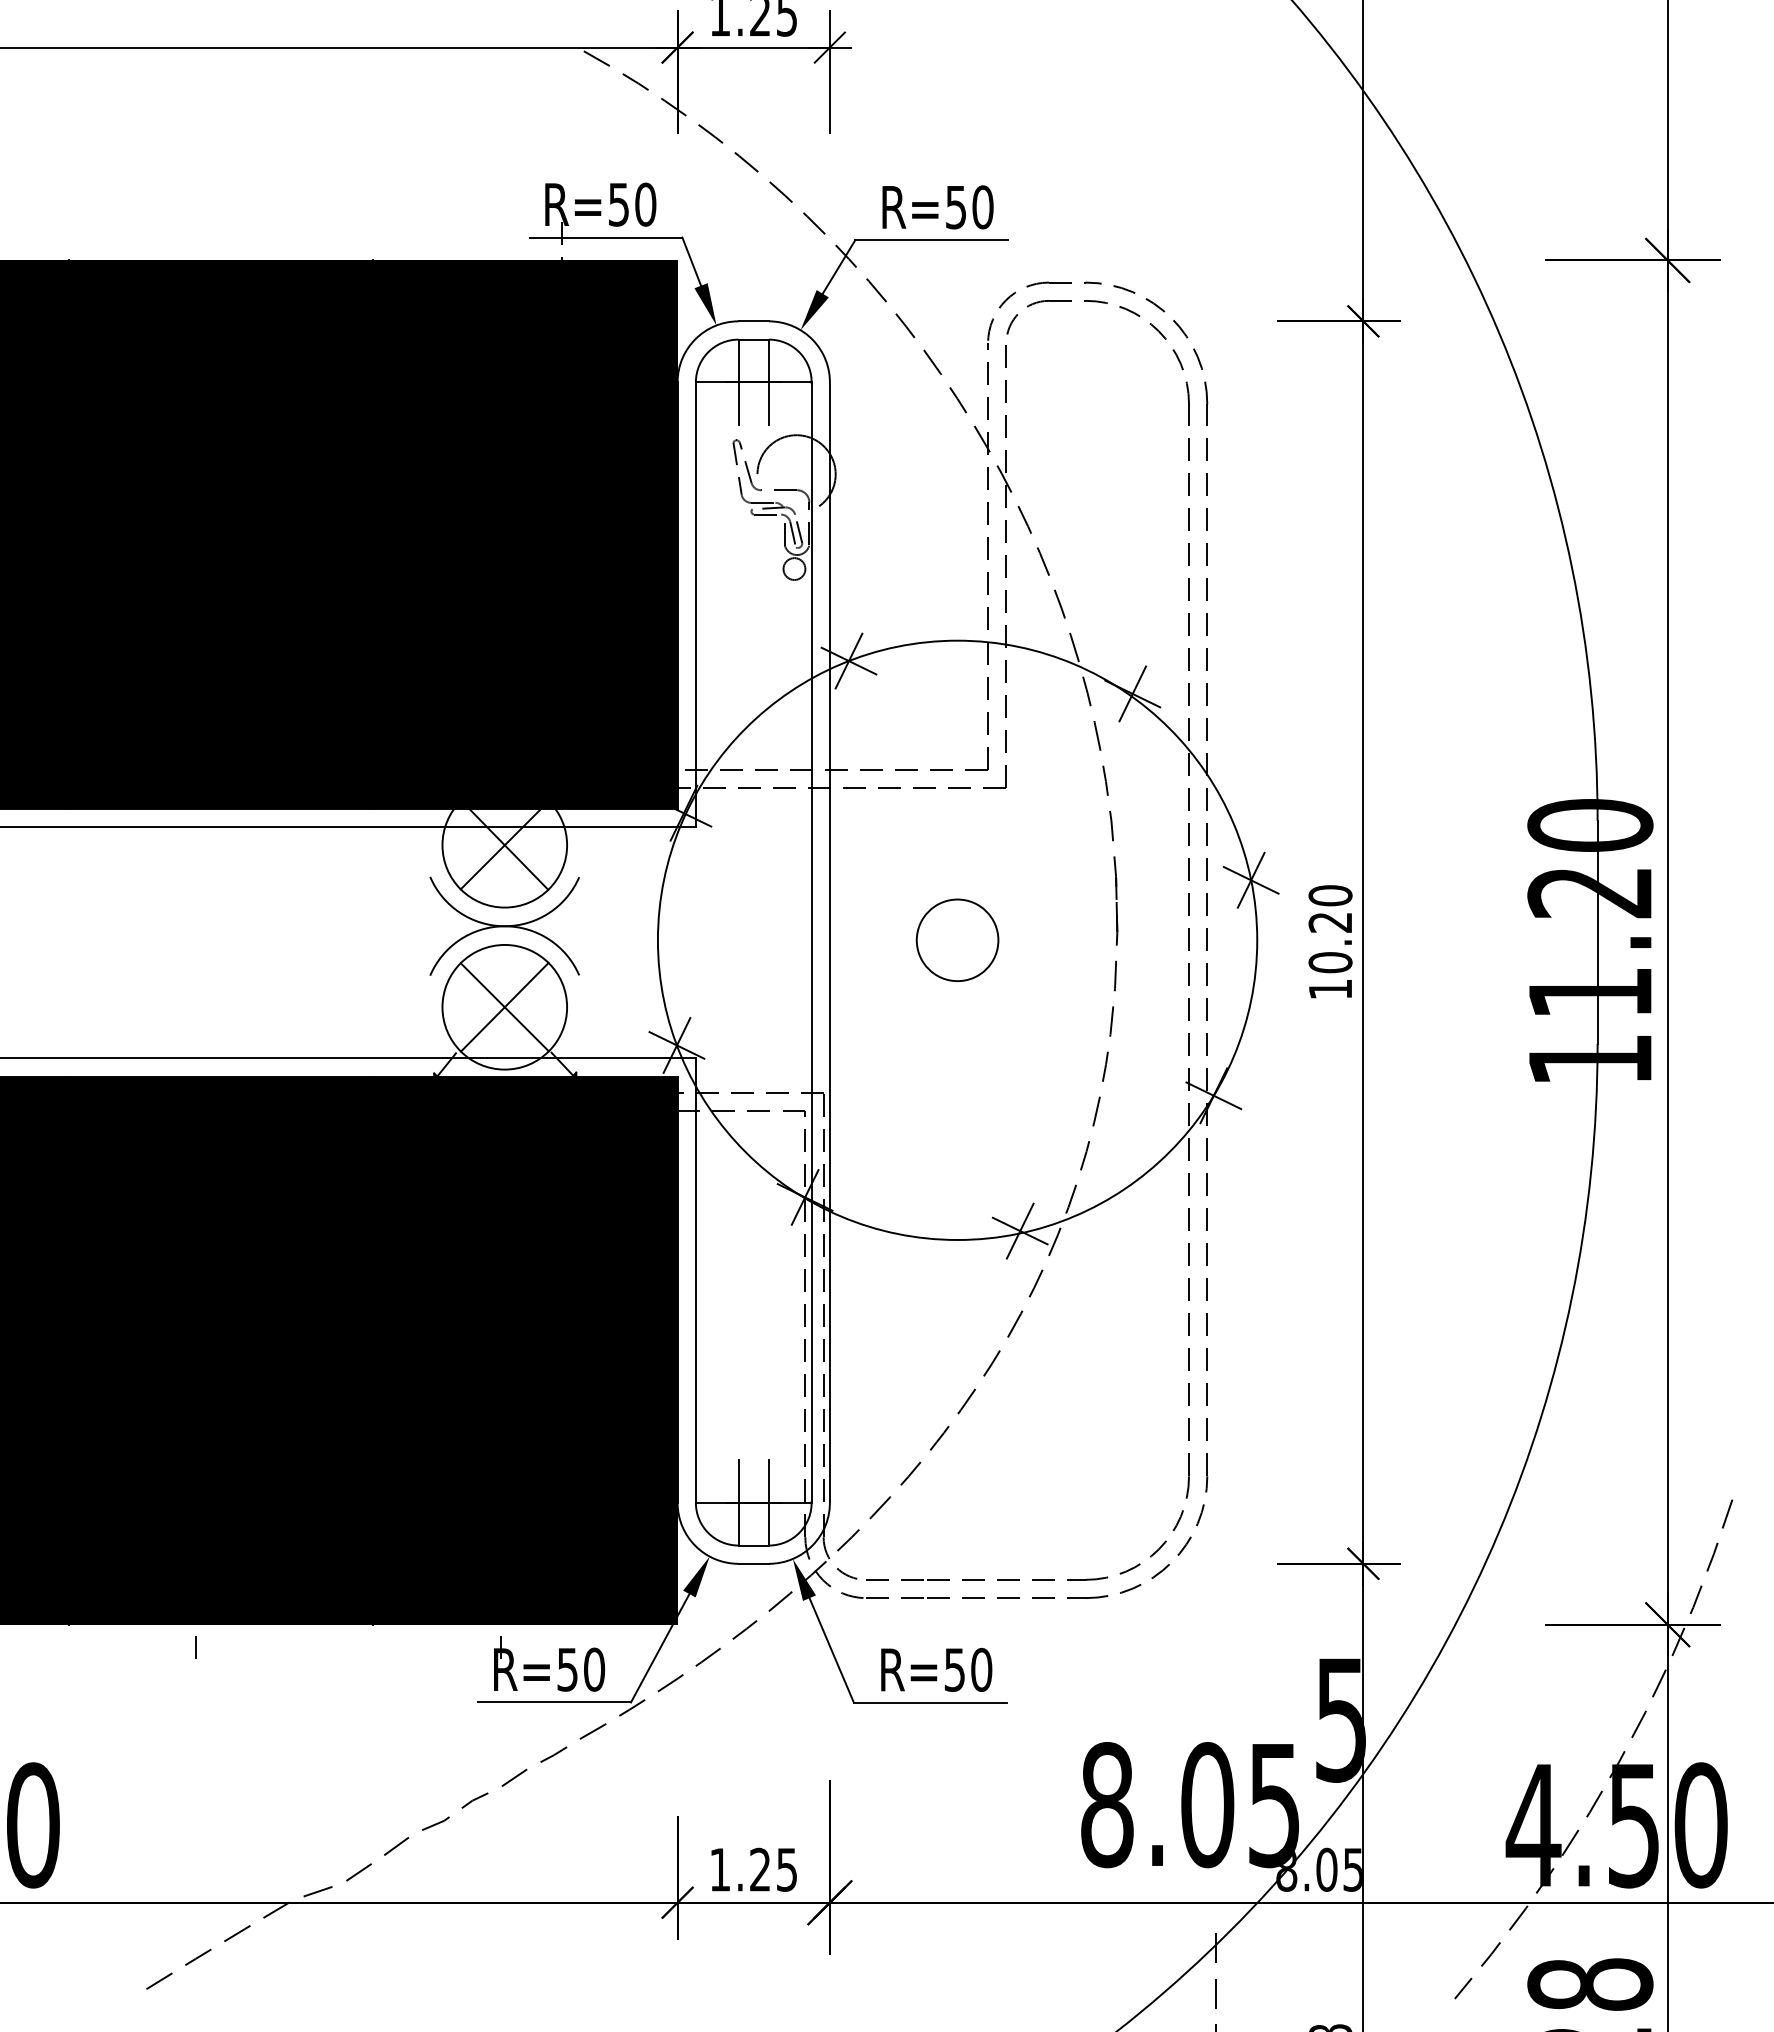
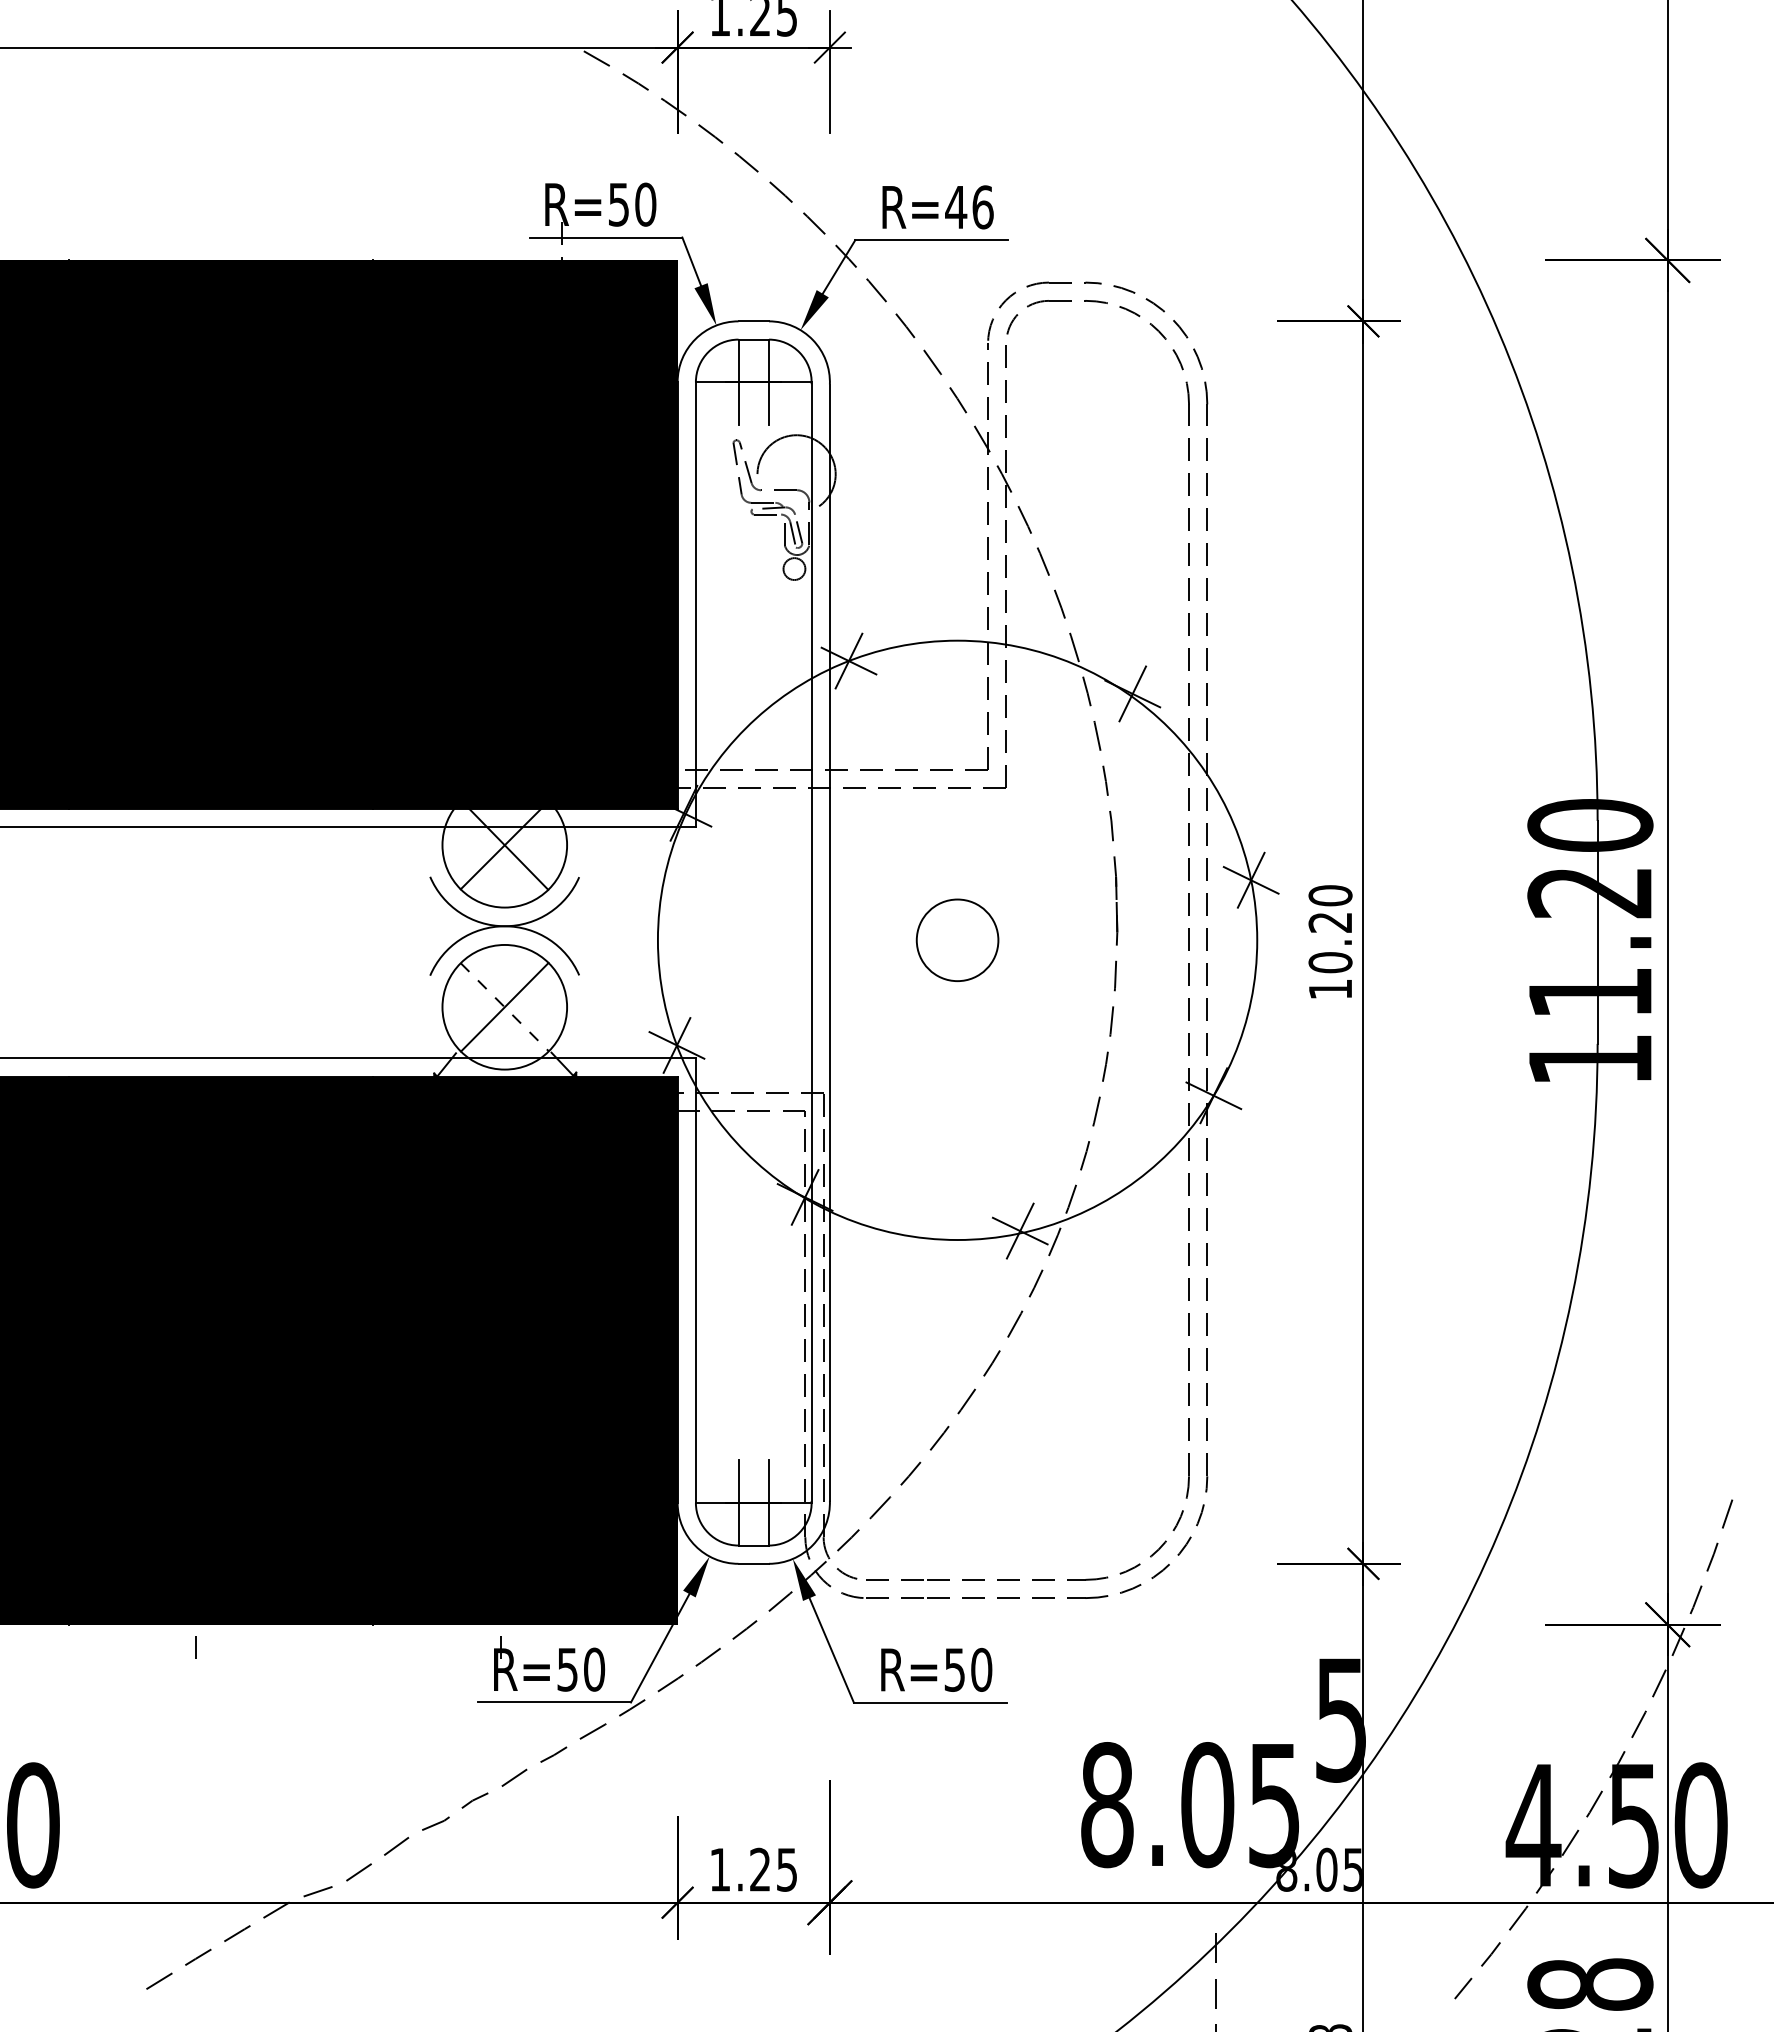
text at (969, 207): R=50 -> R=46
line at (505, 1007): solid -> dashed
